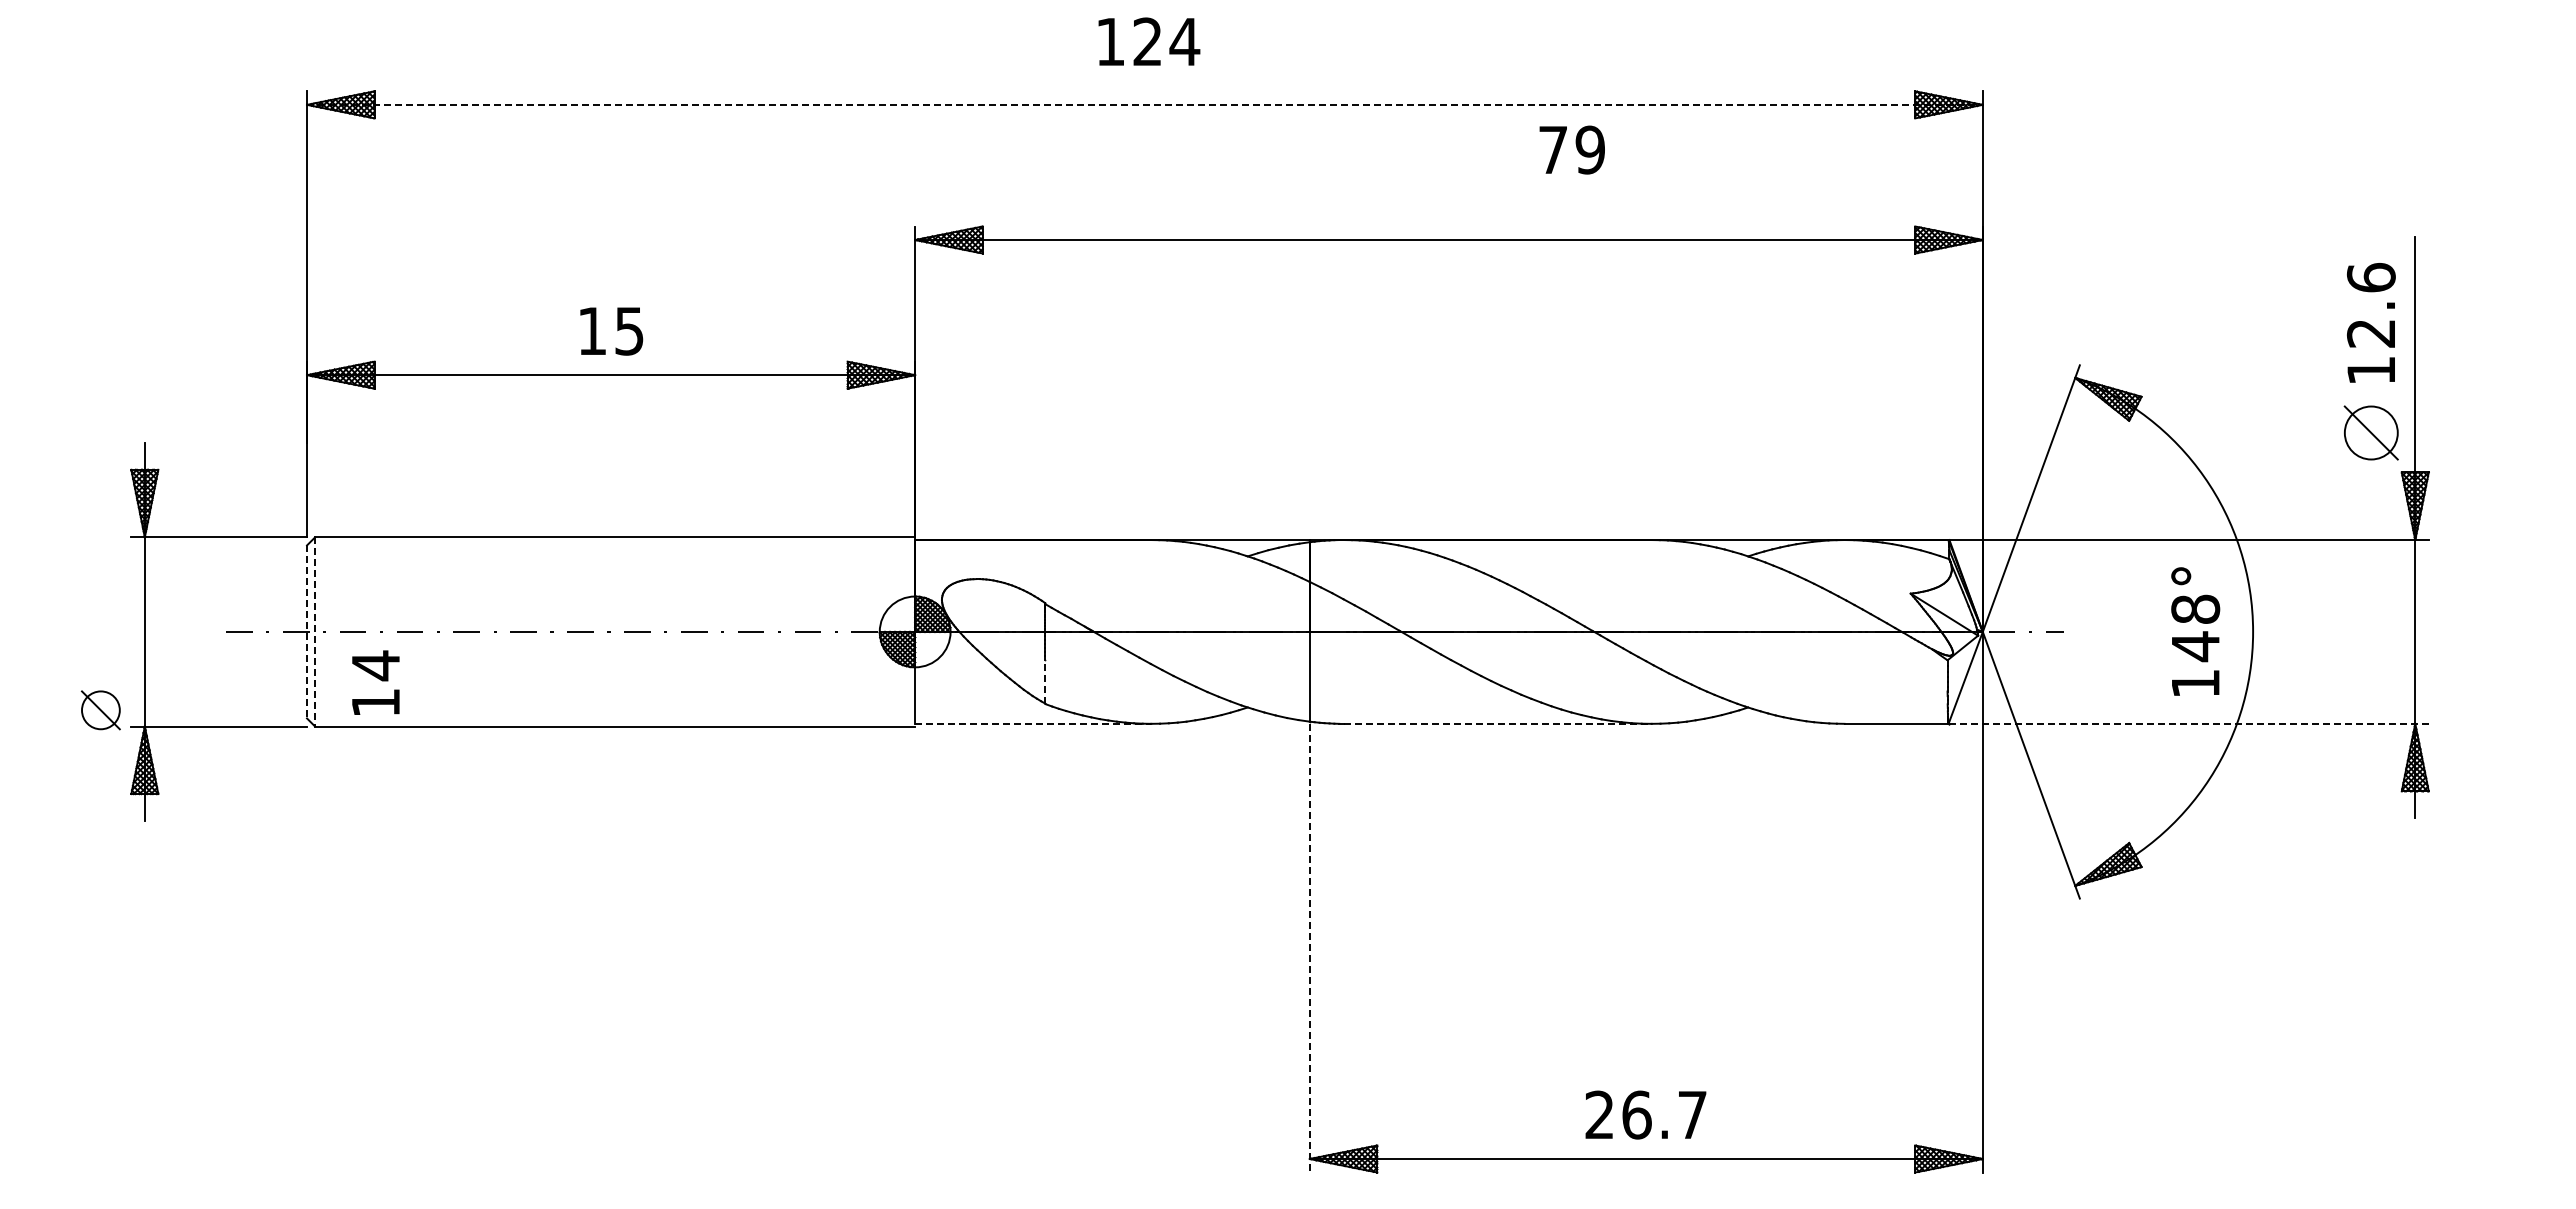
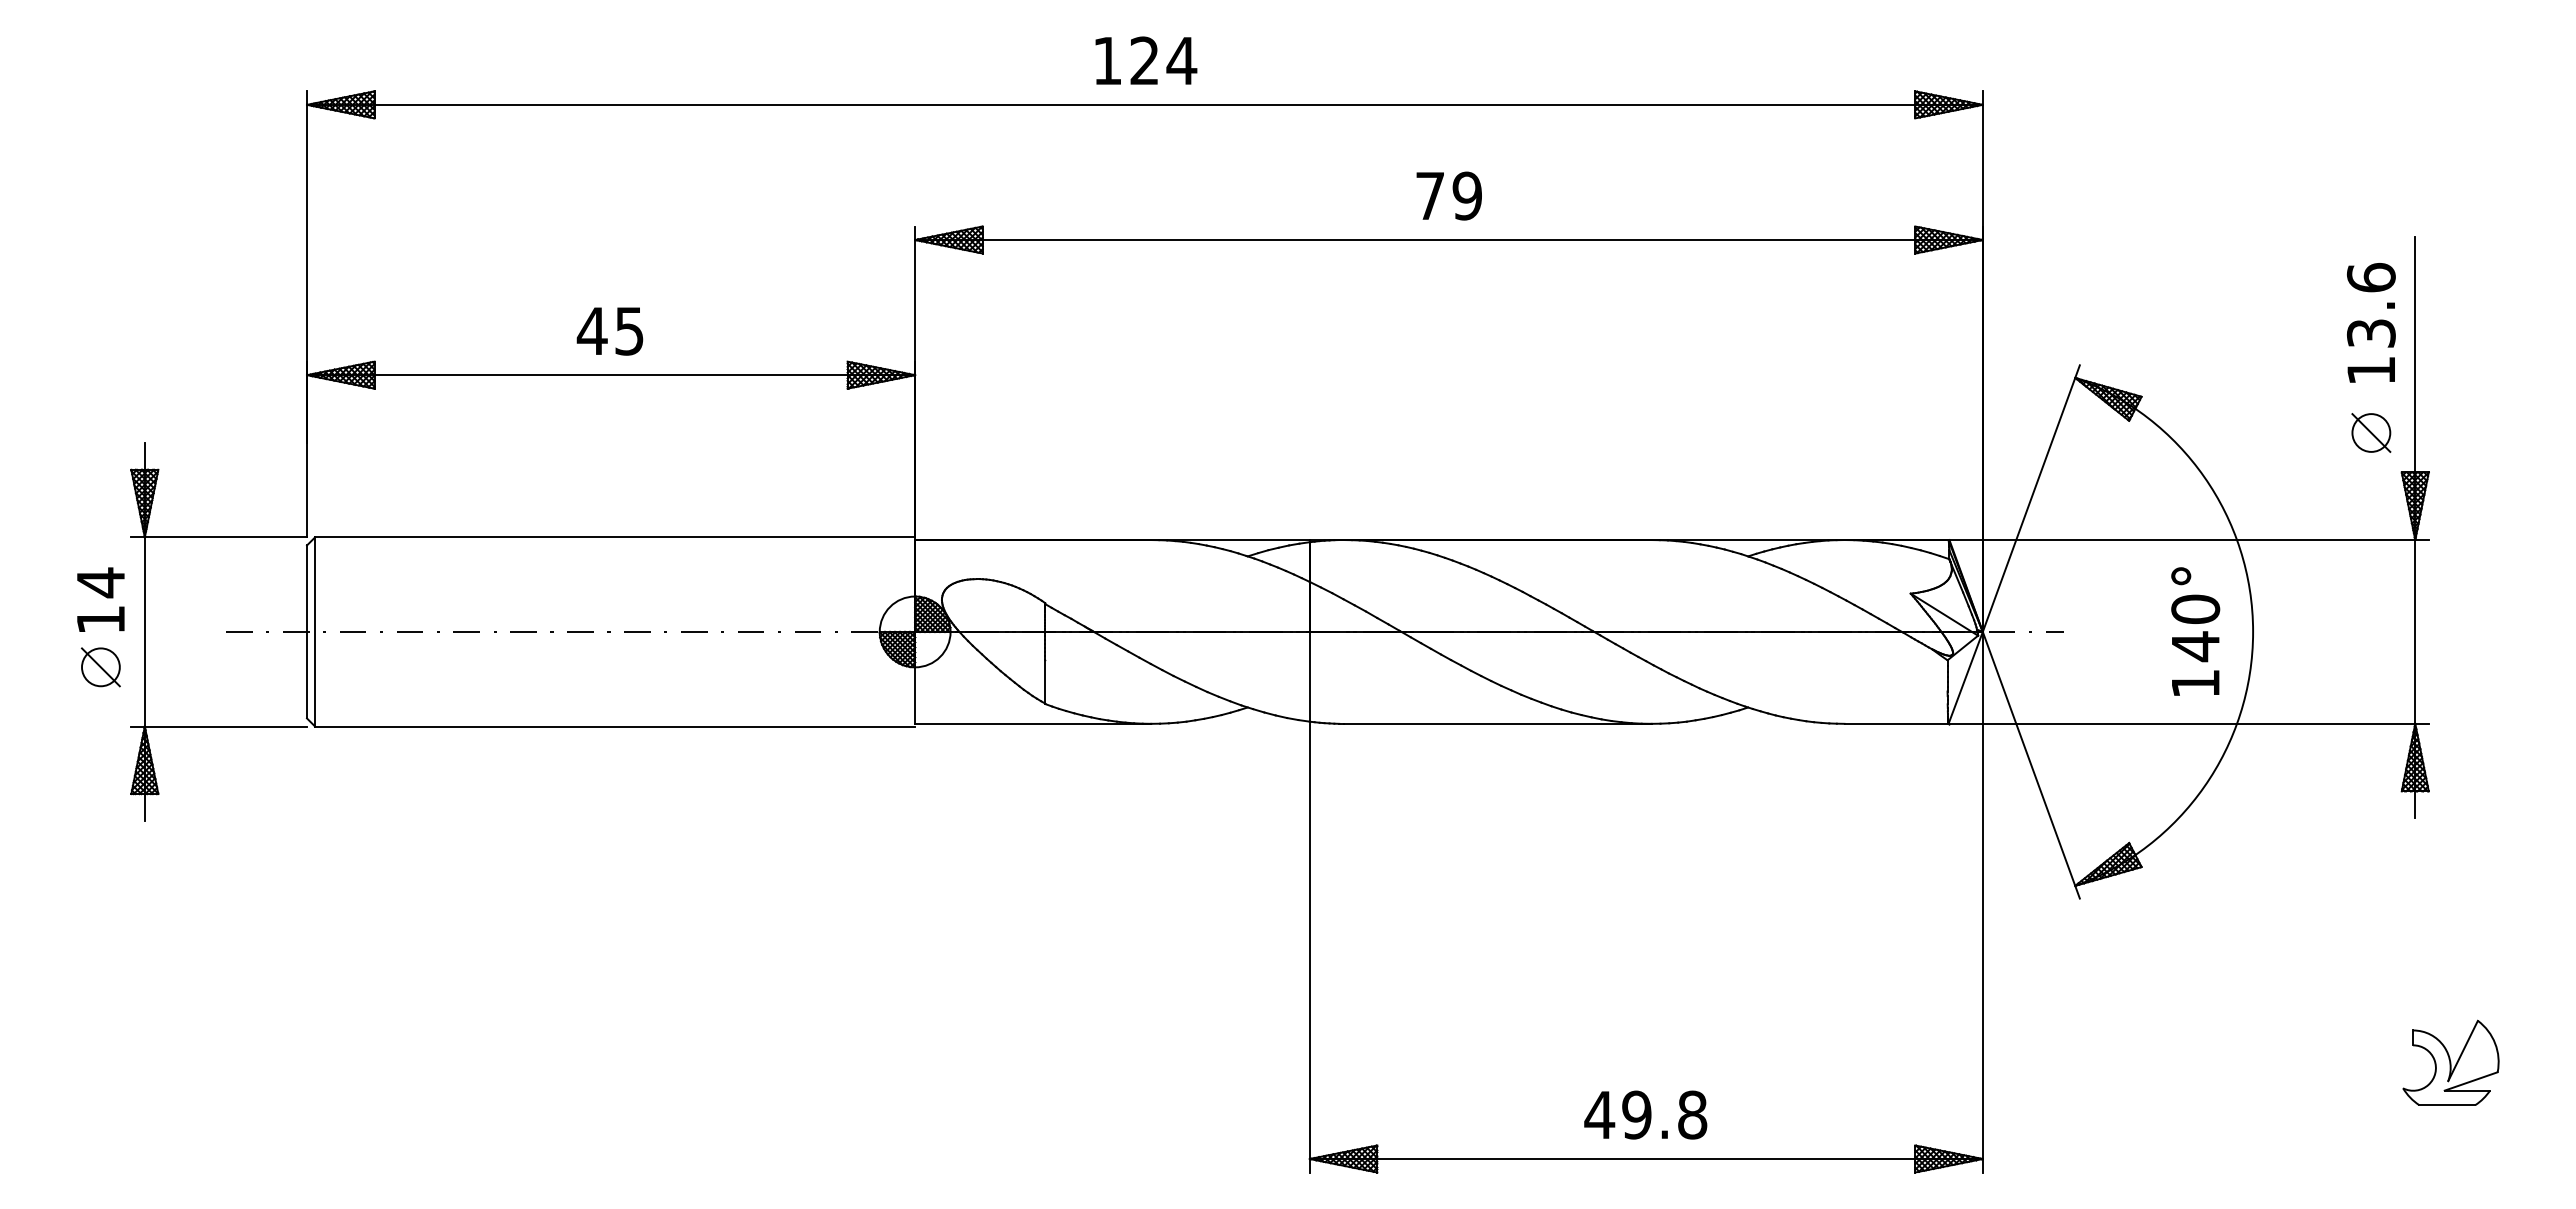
text at (1149, 41) position: (1149, 41) -> (1146, 60)
line at (1144, 104): dashed -> solid
text at (1571, 149) position: (1571, 149) -> (1448, 195)
text at (591, 330): 15 -> 45
text at (2371, 333): 12.6 -> 13.6
part at (2370, 432) size: 56x56 px -> 41x40 px
text at (2195, 608): 148° -> 140°
line at (315, 631): dashed -> solid
line at (307, 632): dashed -> solid
line at (1045, 681): dashed -> solid
text at (375, 682) position: (375, 682) -> (100, 599)
part at (100, 710) position: (100, 710) -> (100, 667)
line at (1033, 723): dashed -> solid
line at (1497, 723): dashed -> solid
line at (2189, 723): dashed -> solid
line at (1309, 948): dashed -> solid
part at (2450, 1062): none -> present
text at (1645, 1114): 26.7 -> 49.8
